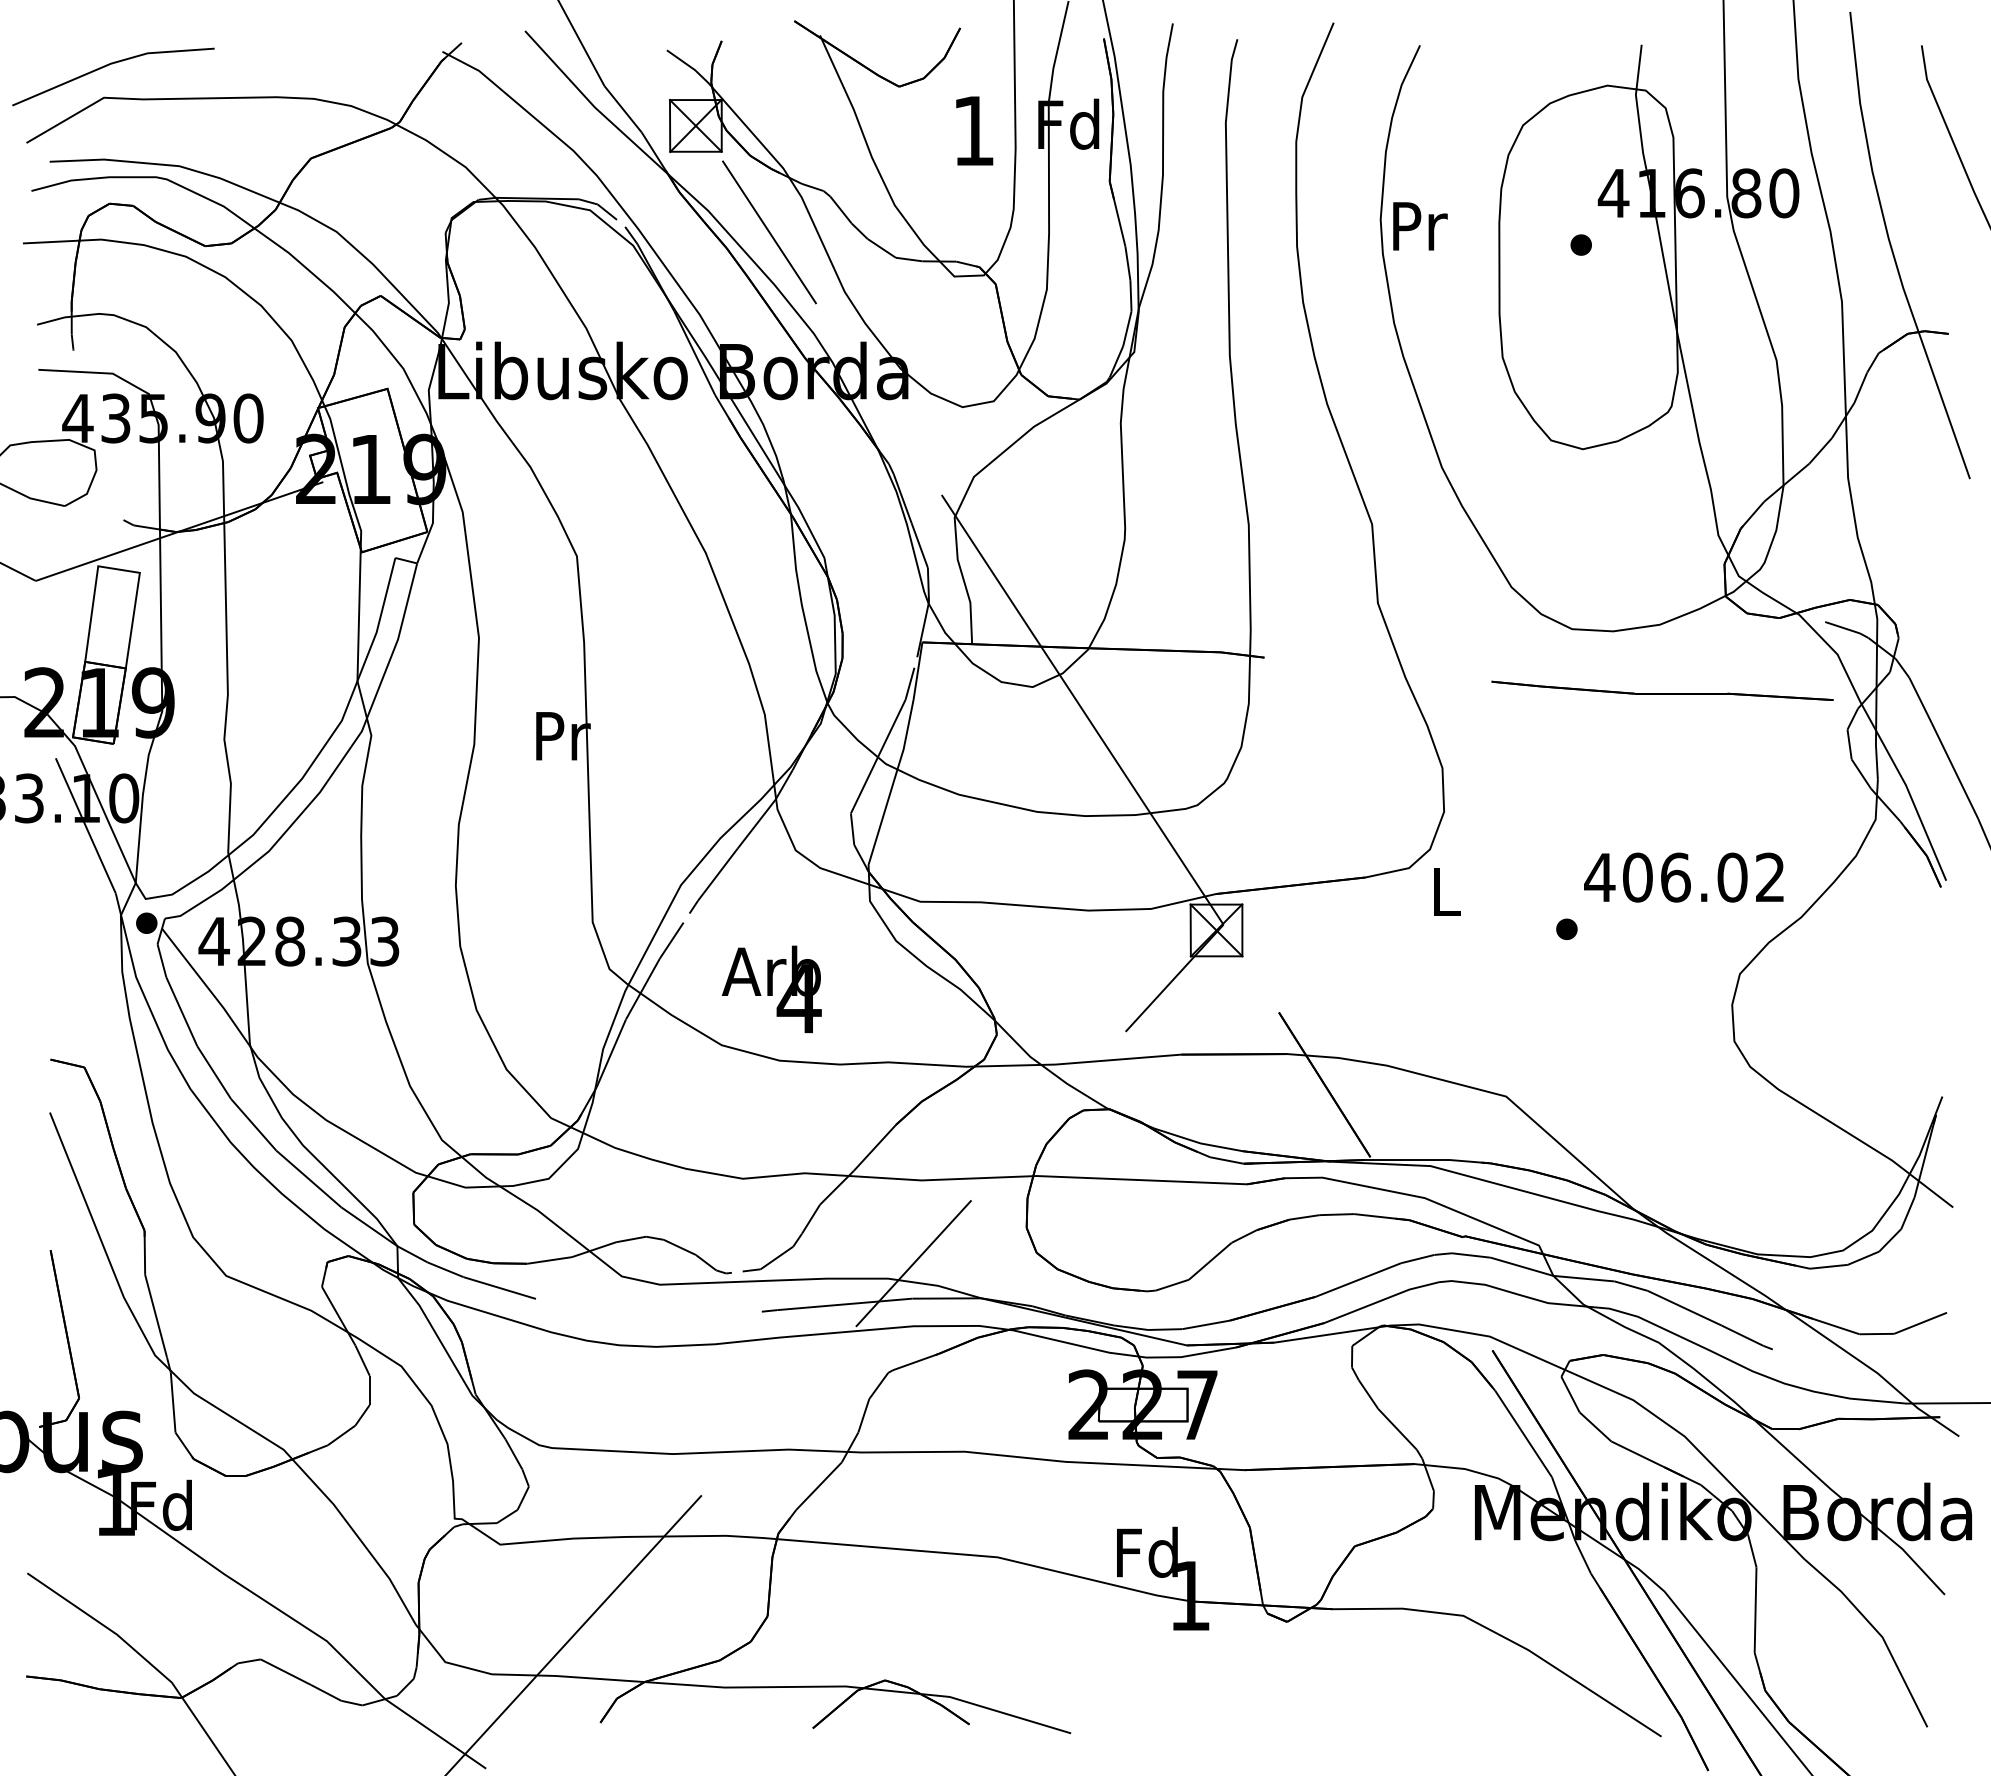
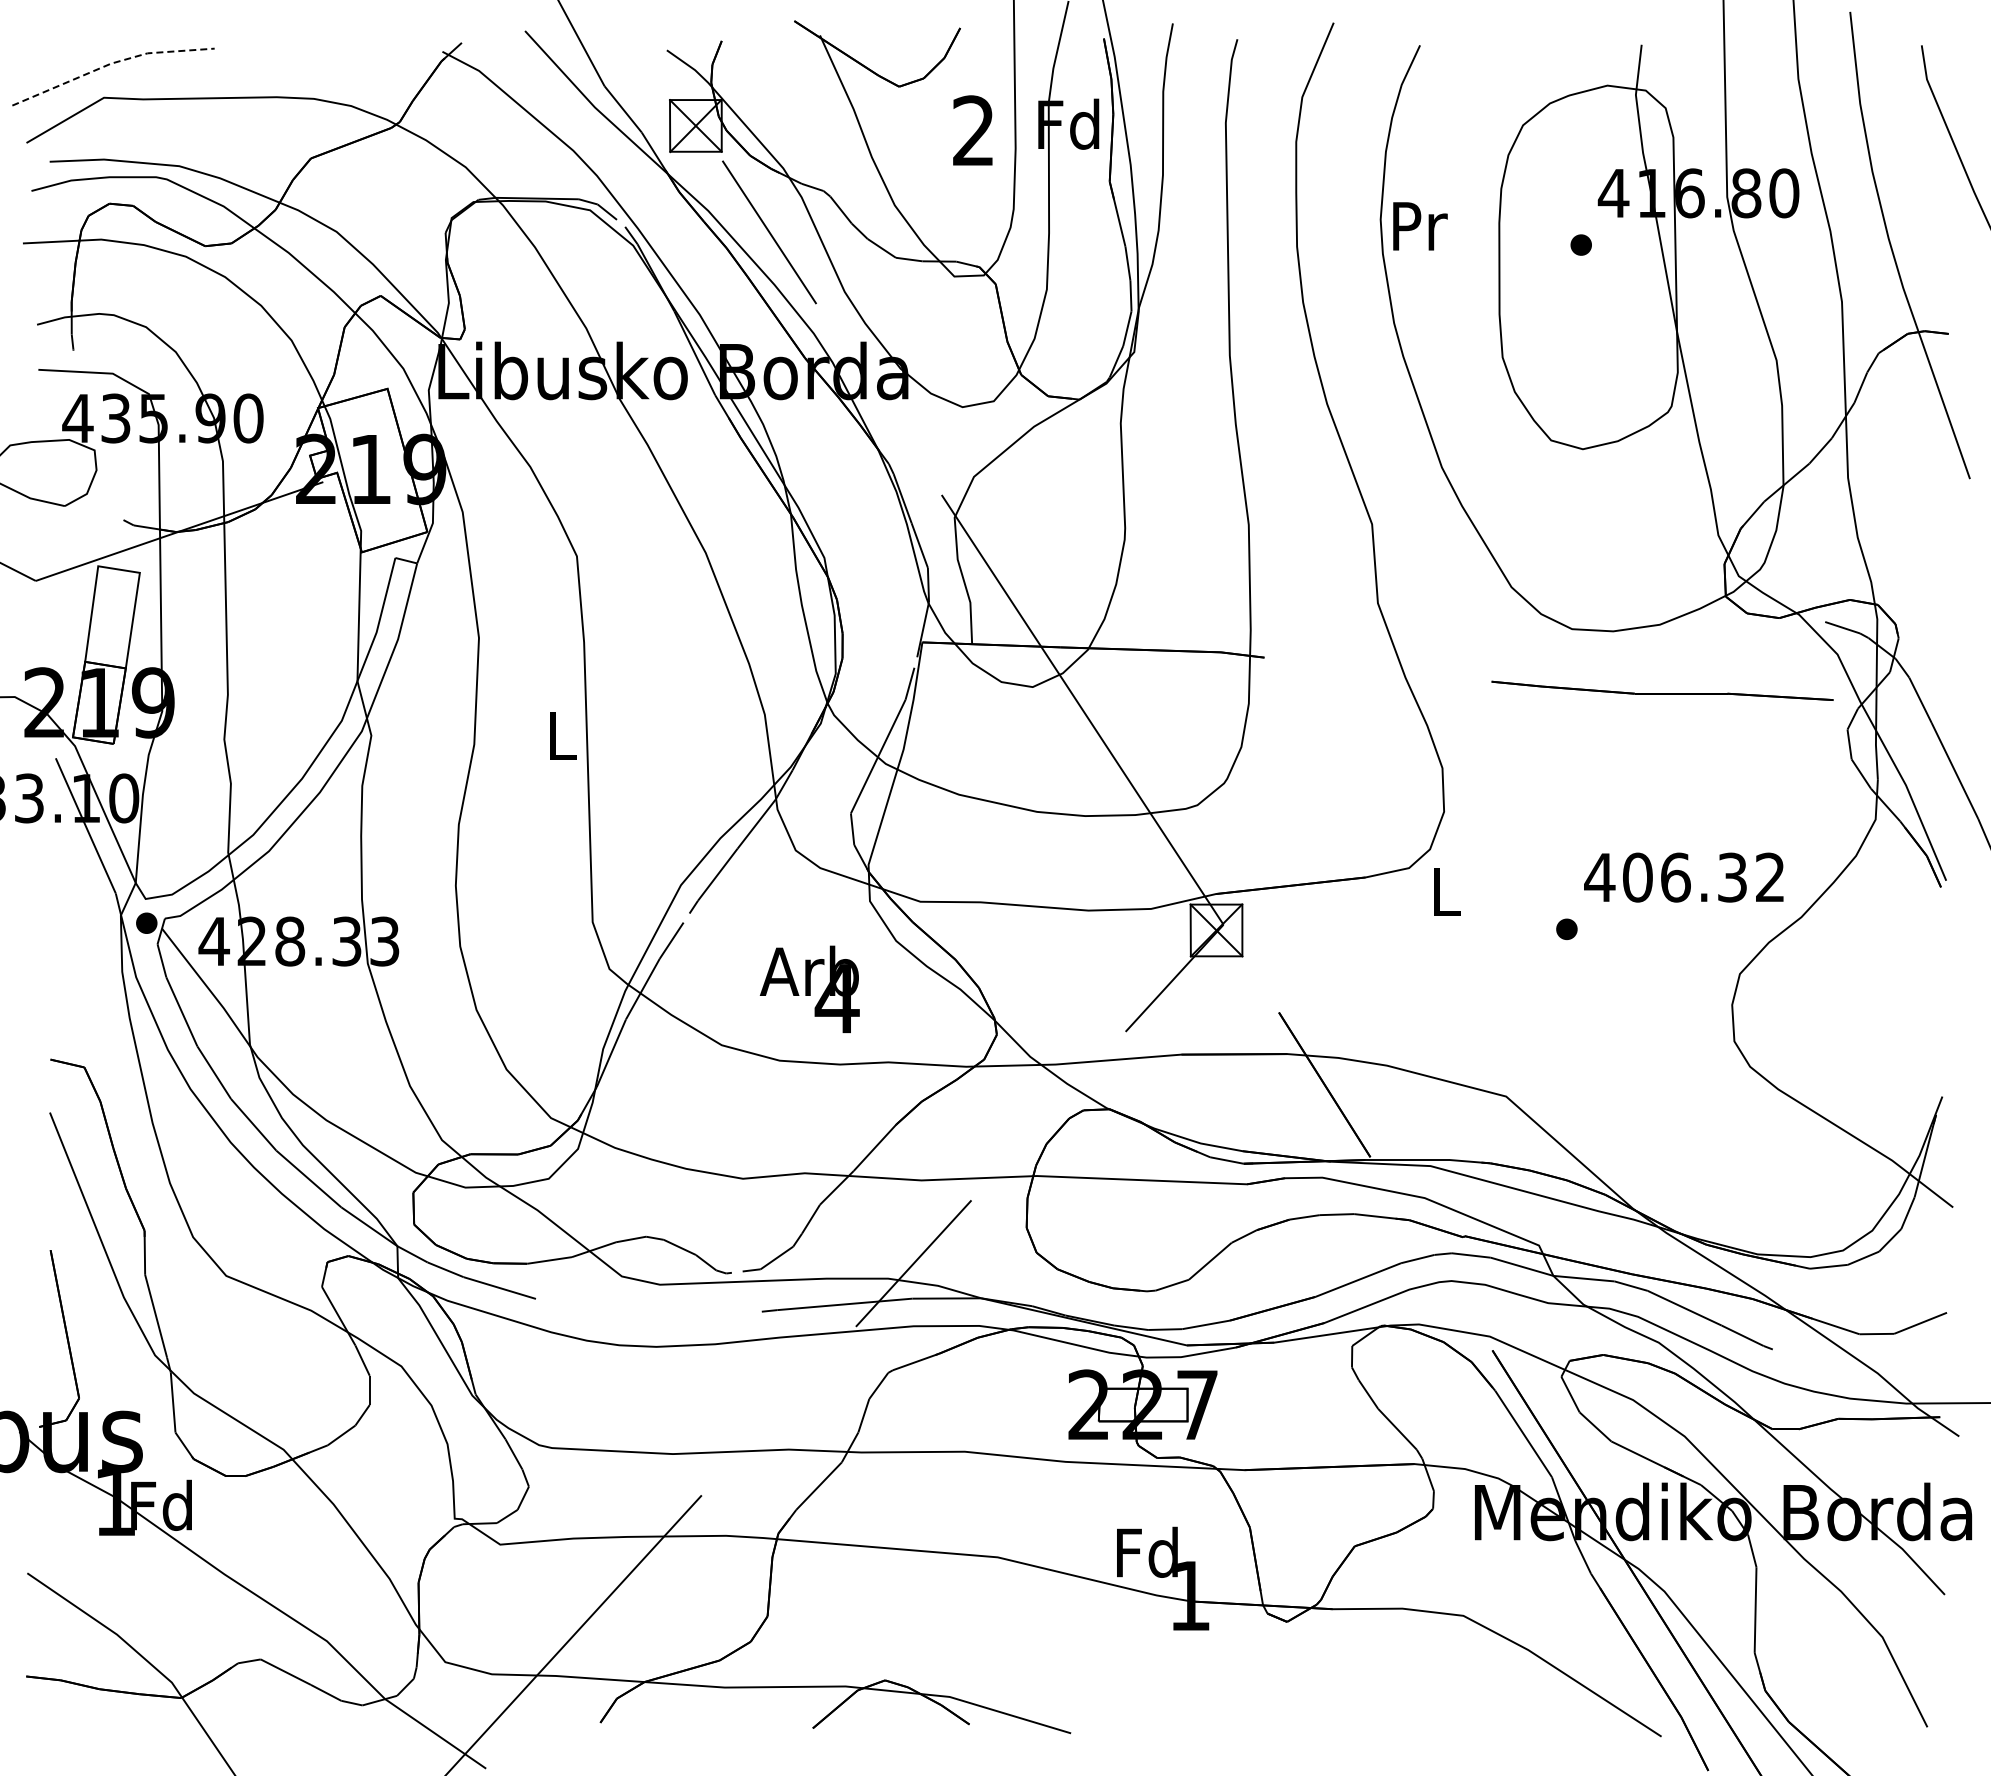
line at (111, 63): solid -> dashed
text at (973, 130): 1 -> 2
text at (563, 736): Pr -> L
text at (1732, 877): 406.02 -> 406.32
text at (771, 988) position: (771, 988) -> (809, 988)
